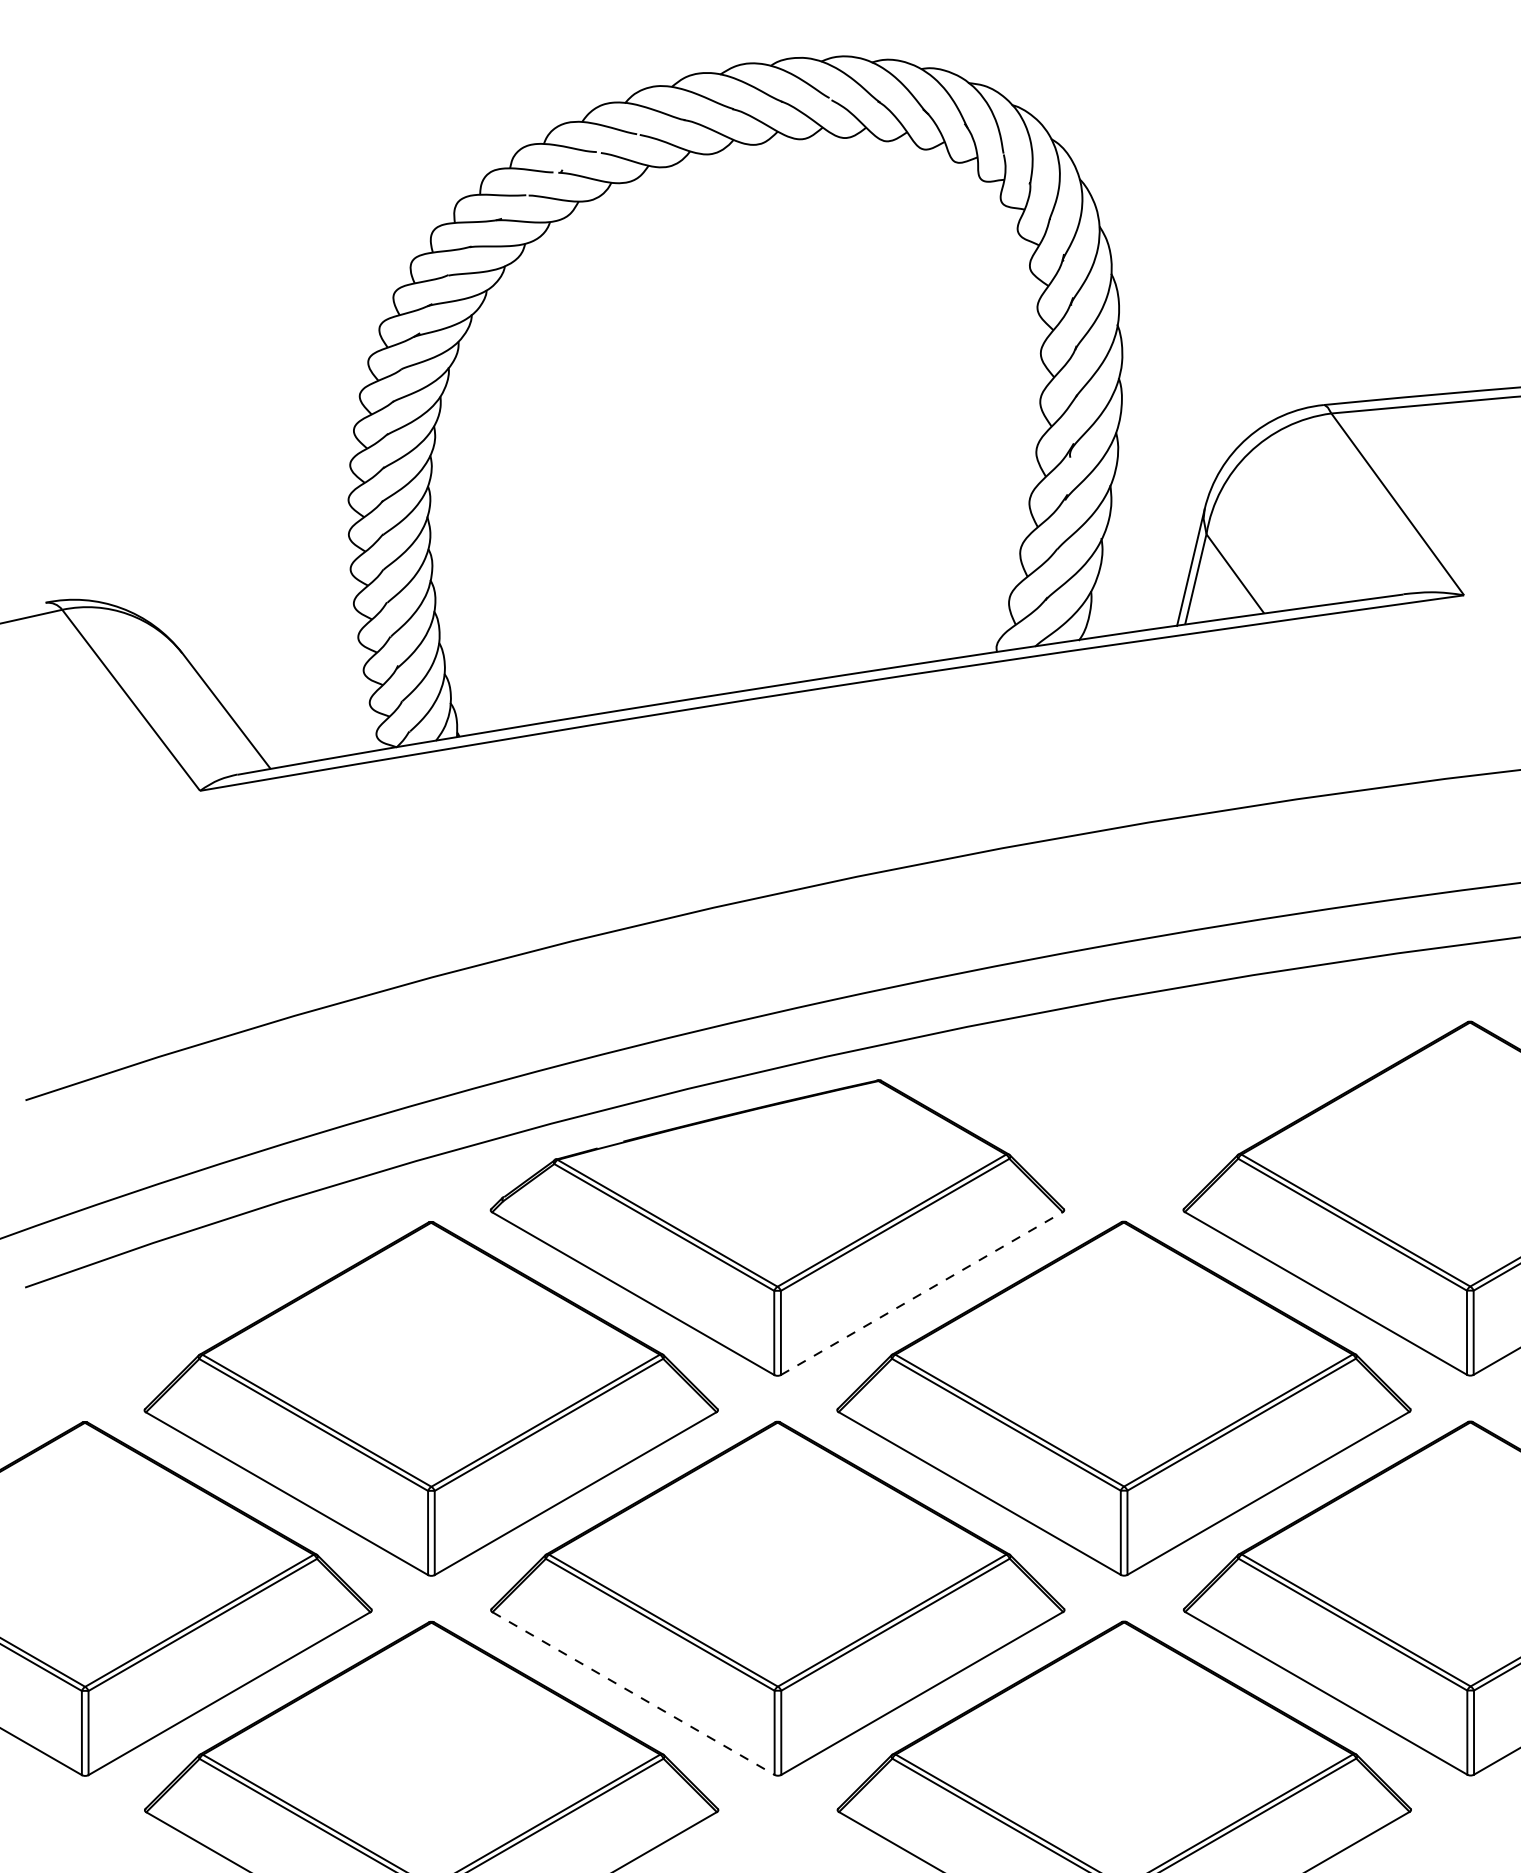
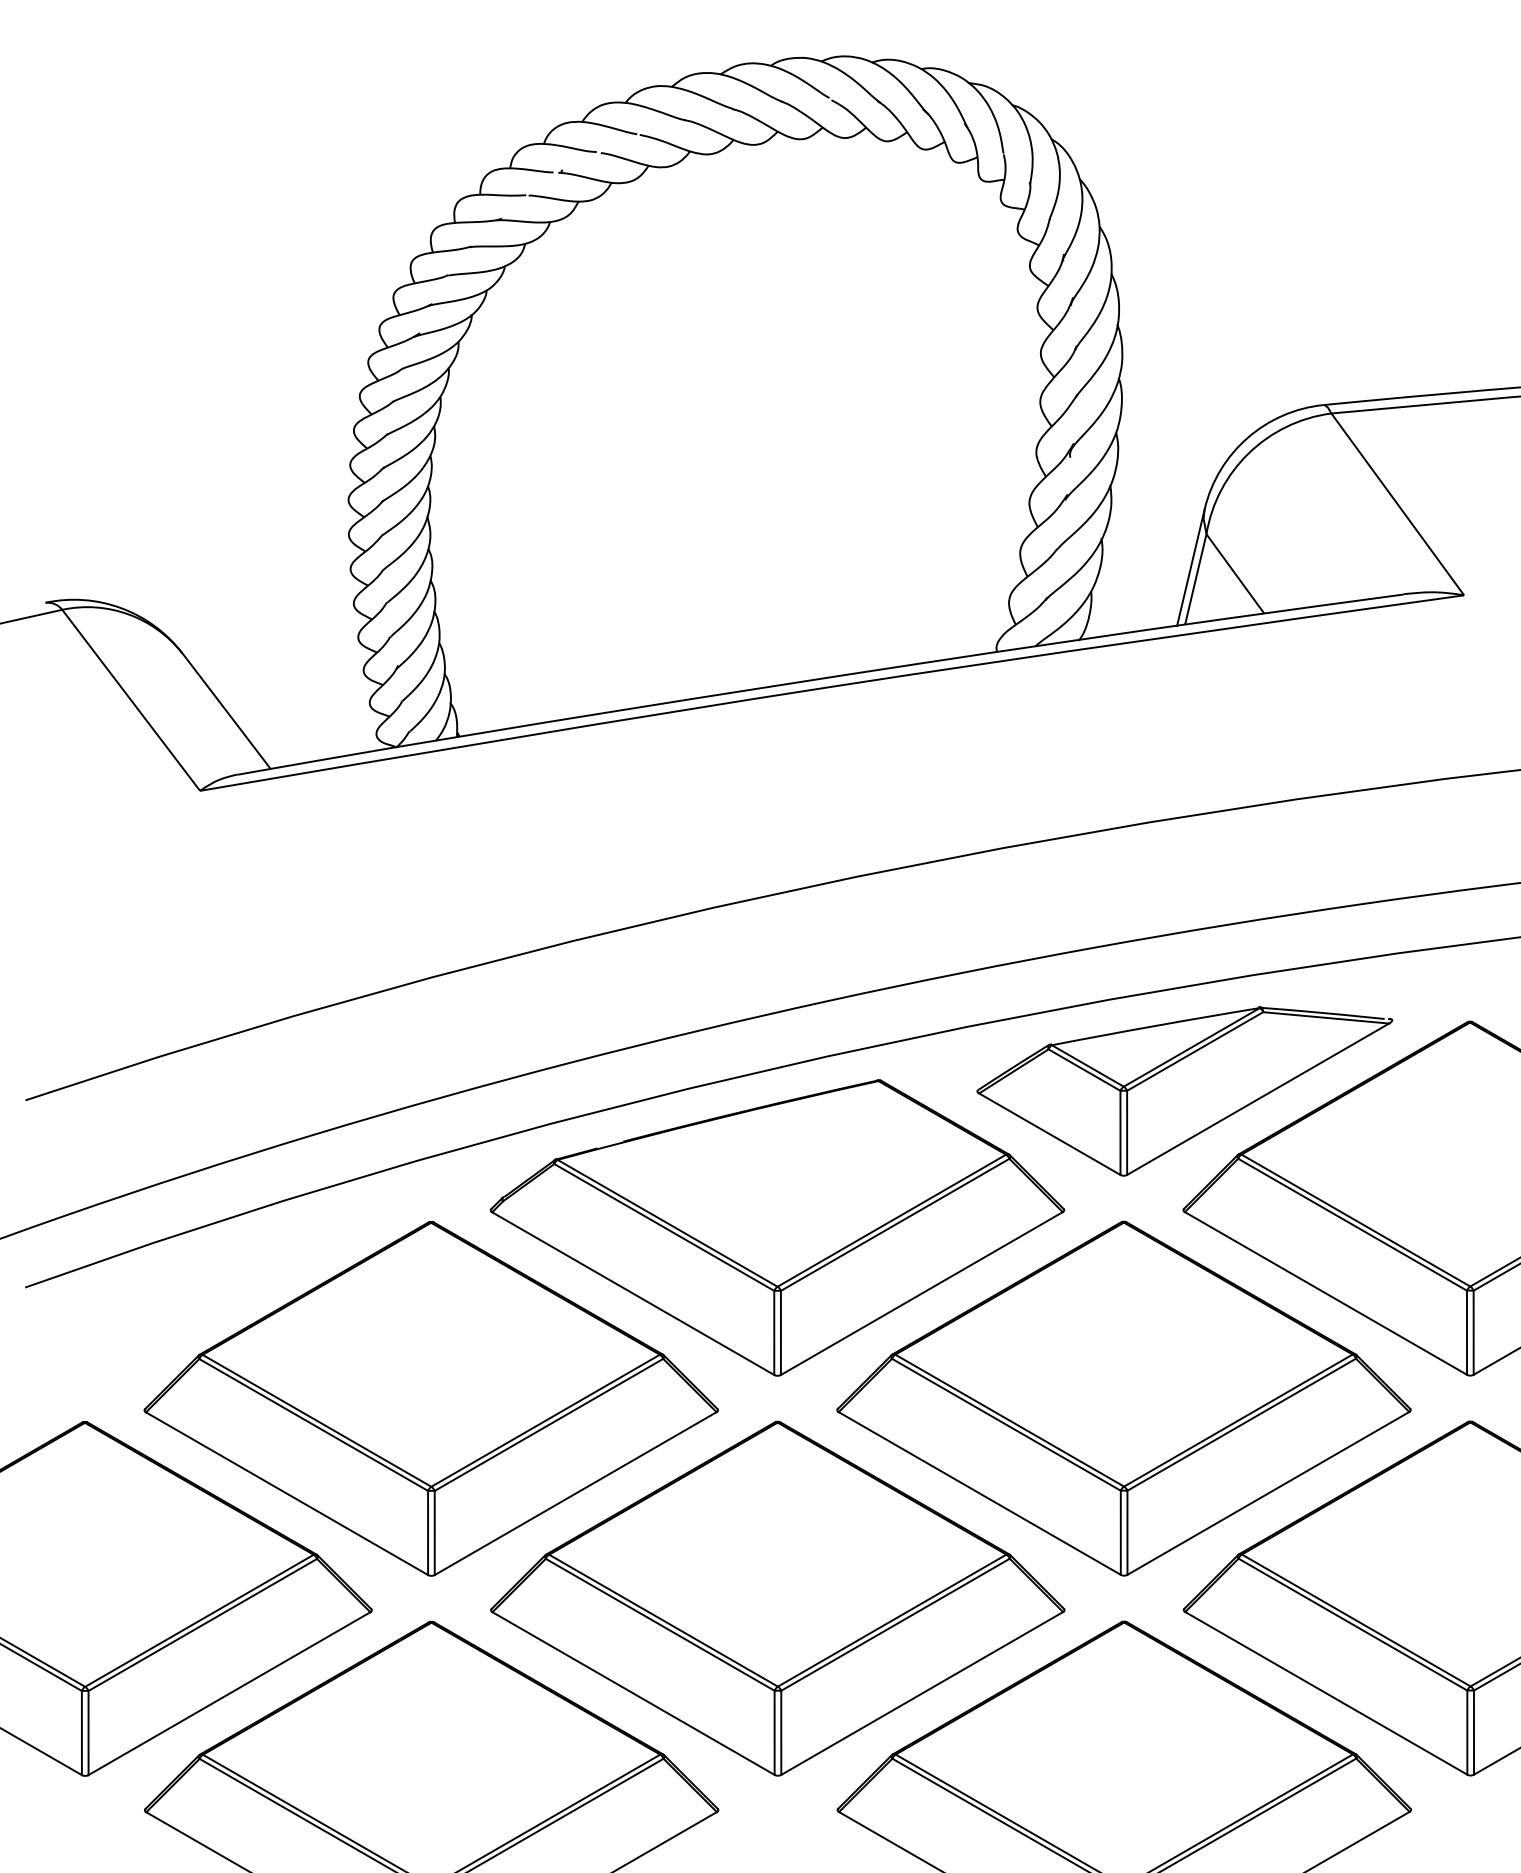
part at (1184, 1091): none -> present
line at (921, 1293): dashed -> solid
line at (633, 1693): dashed -> solid
